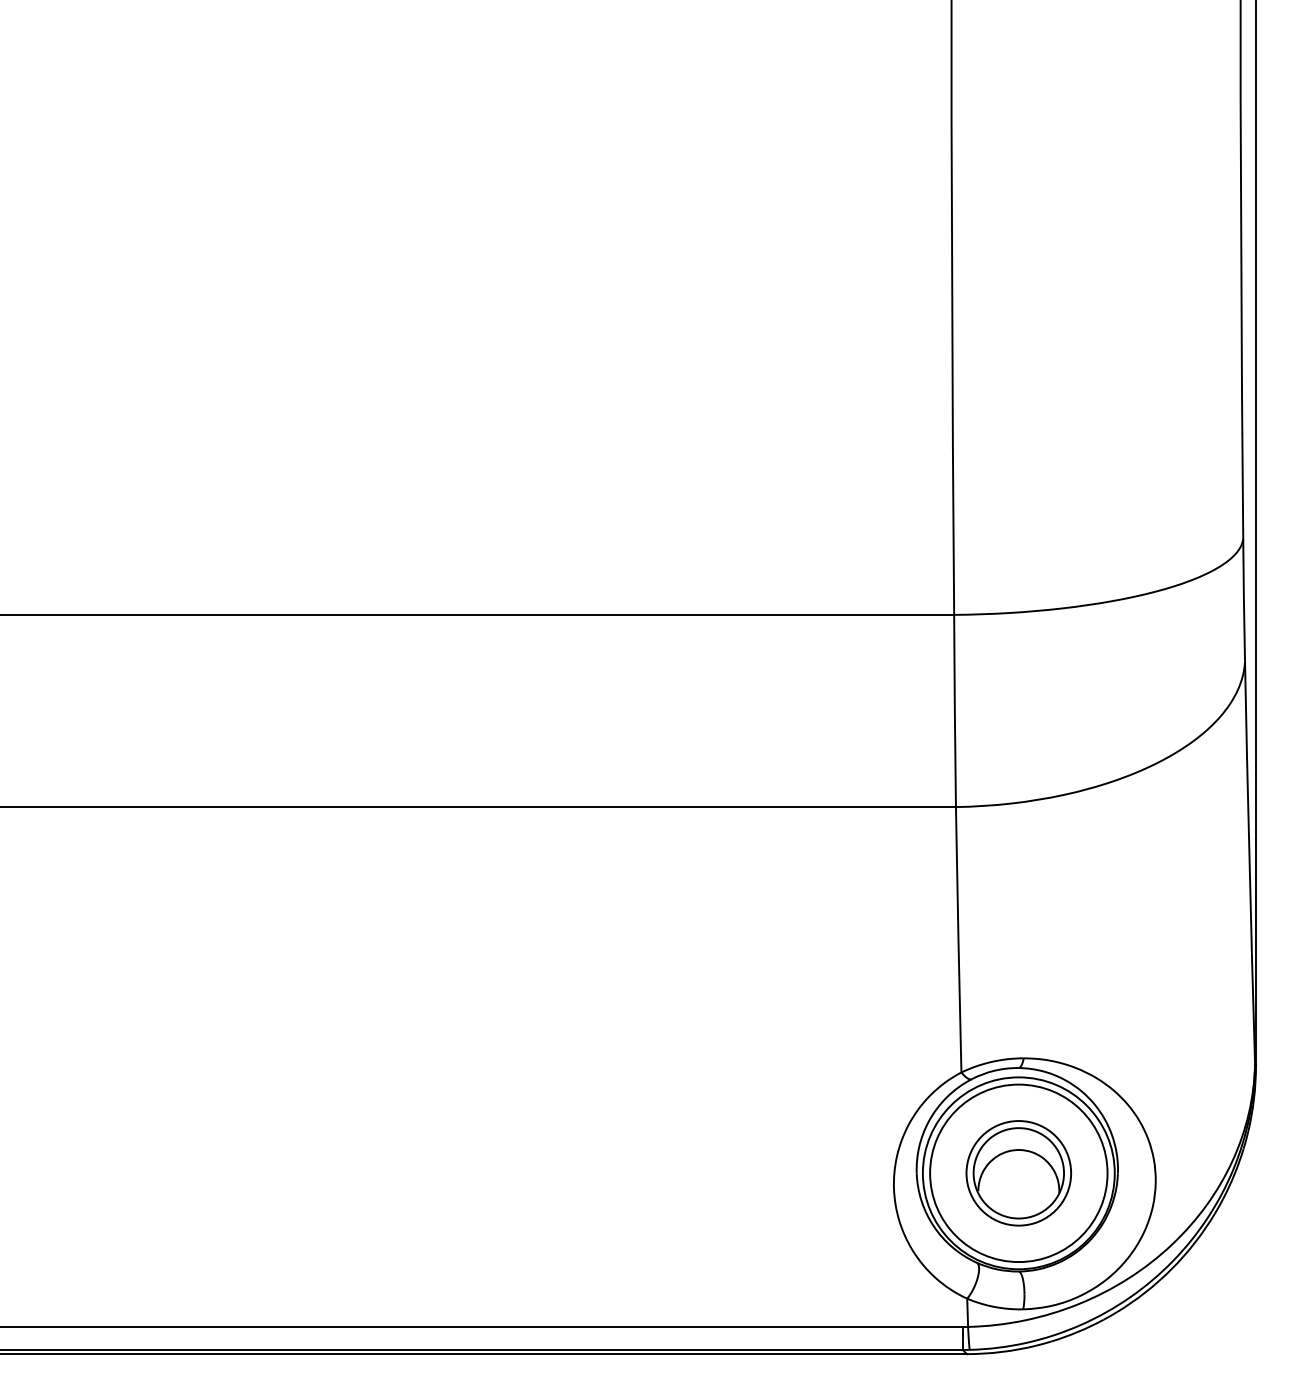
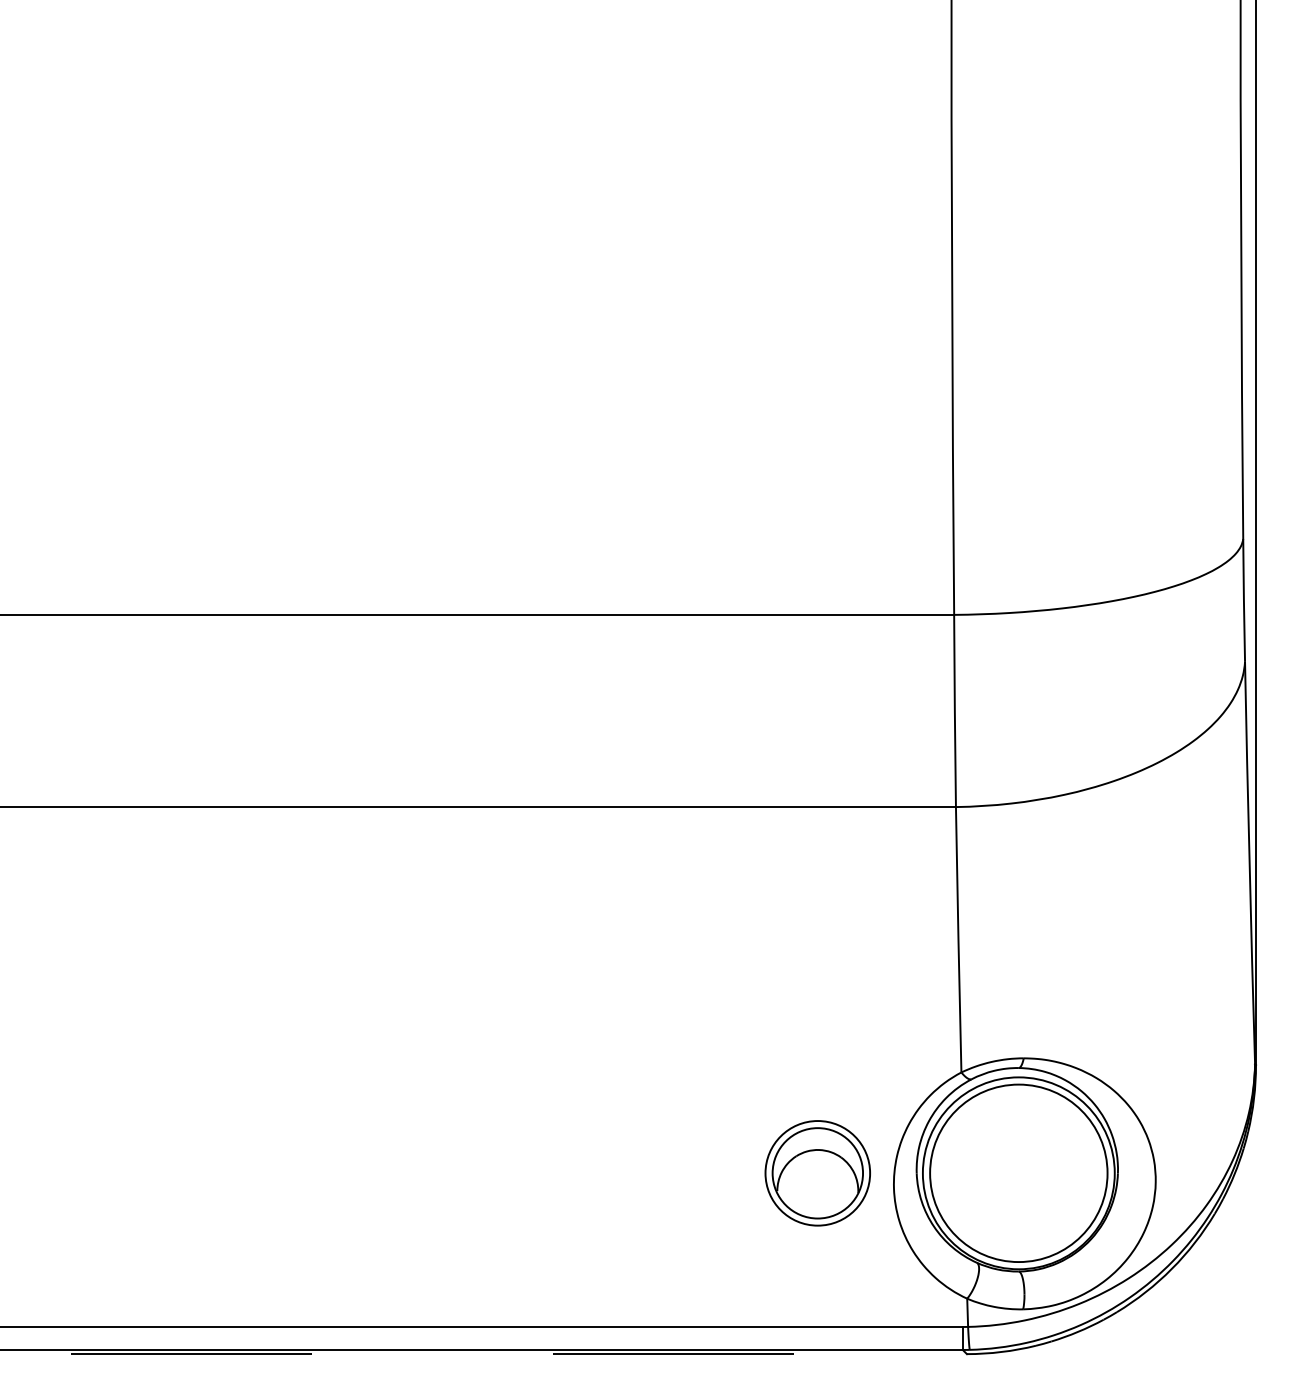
part at (1018, 1173) position: (1018, 1173) -> (817, 1173)
line at (484, 1354): solid -> dashed
